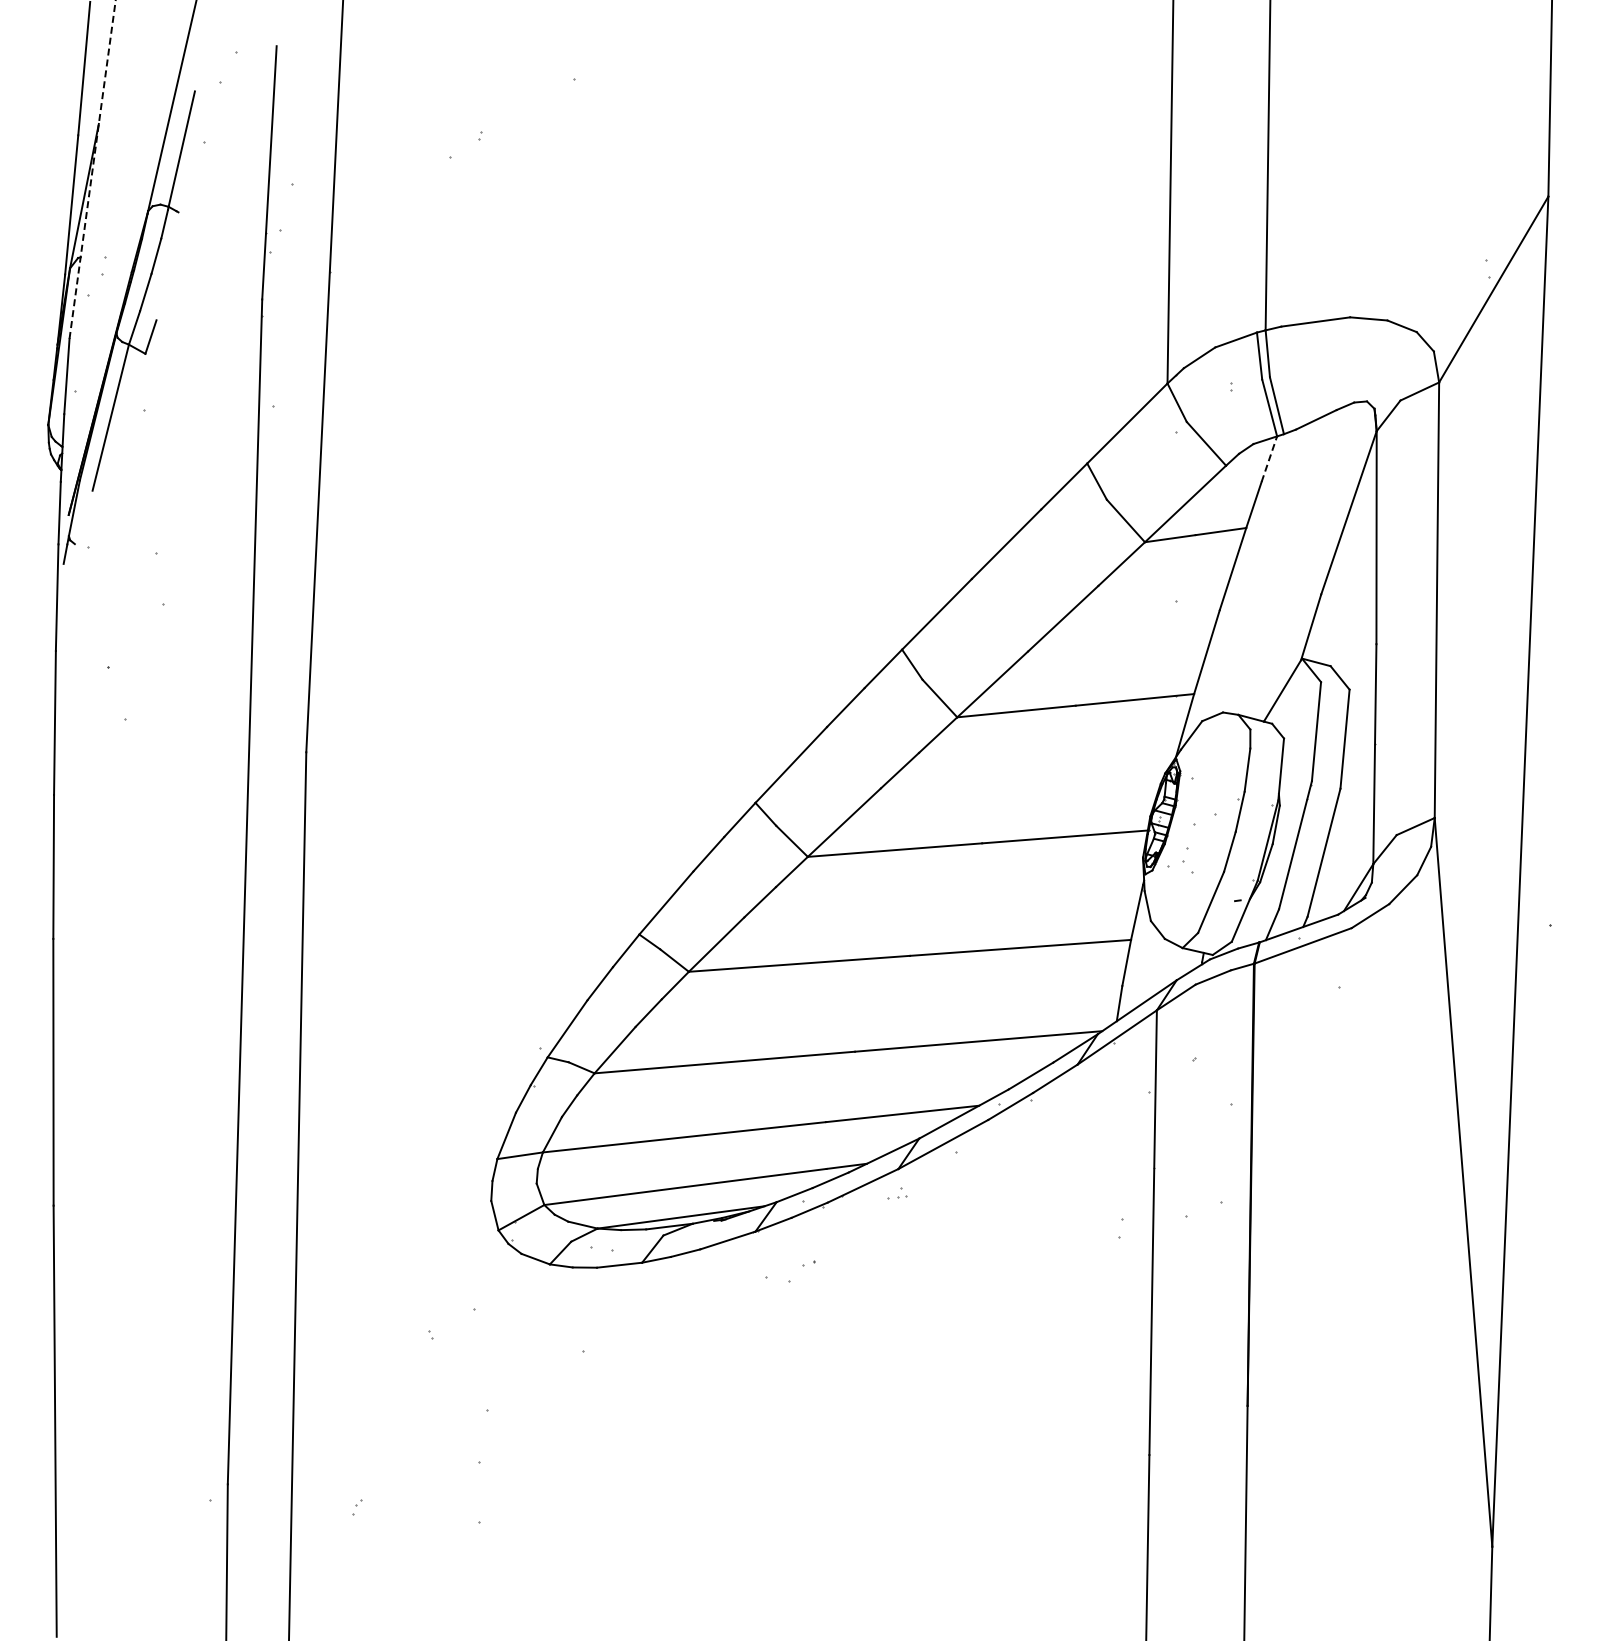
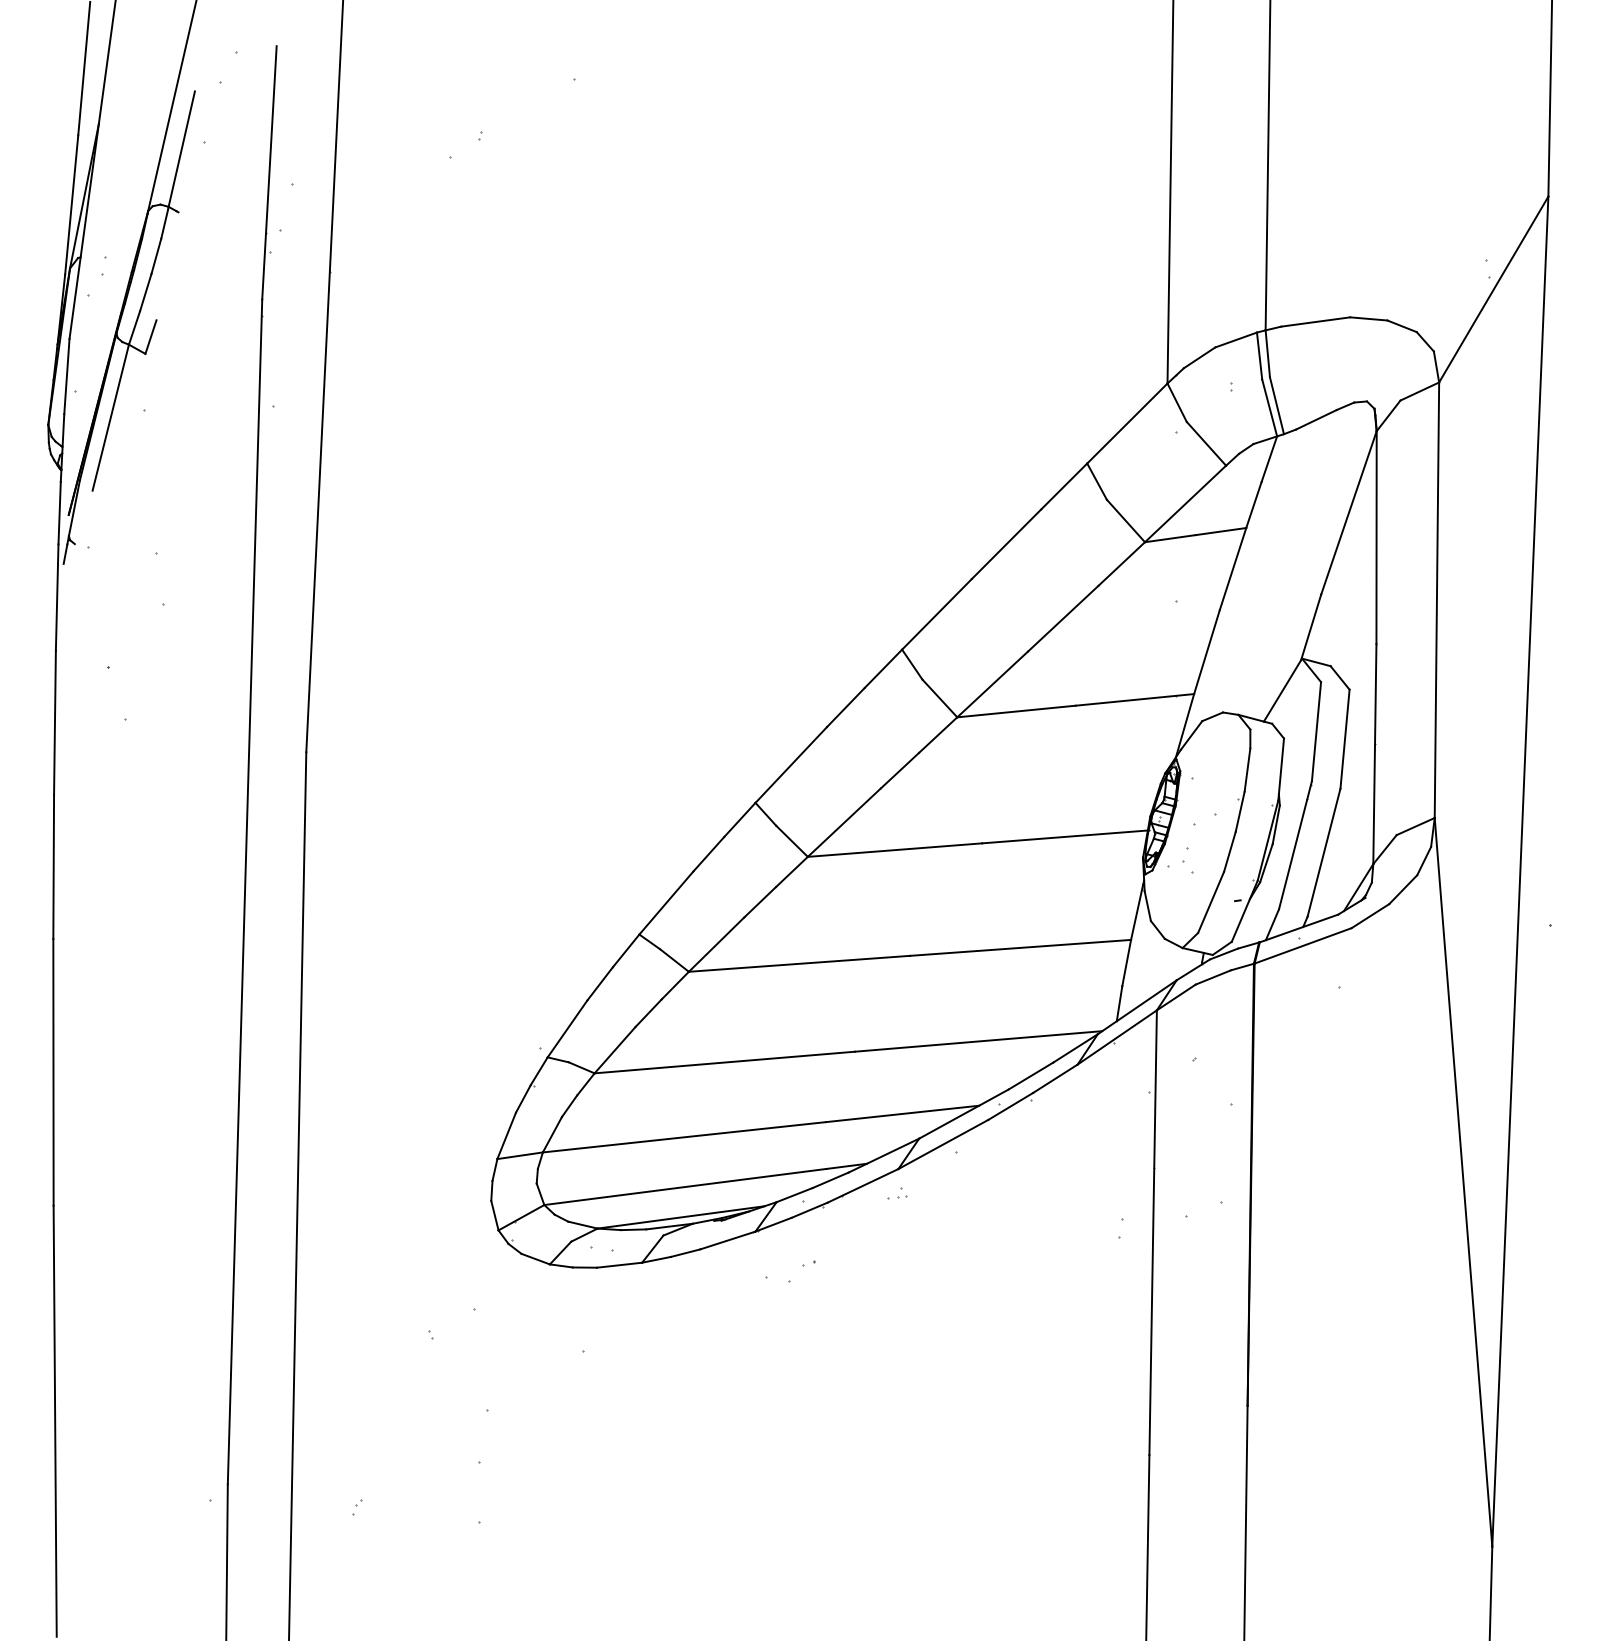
line at (92, 169): dashed -> solid
line at (1269, 458): dashed -> solid
